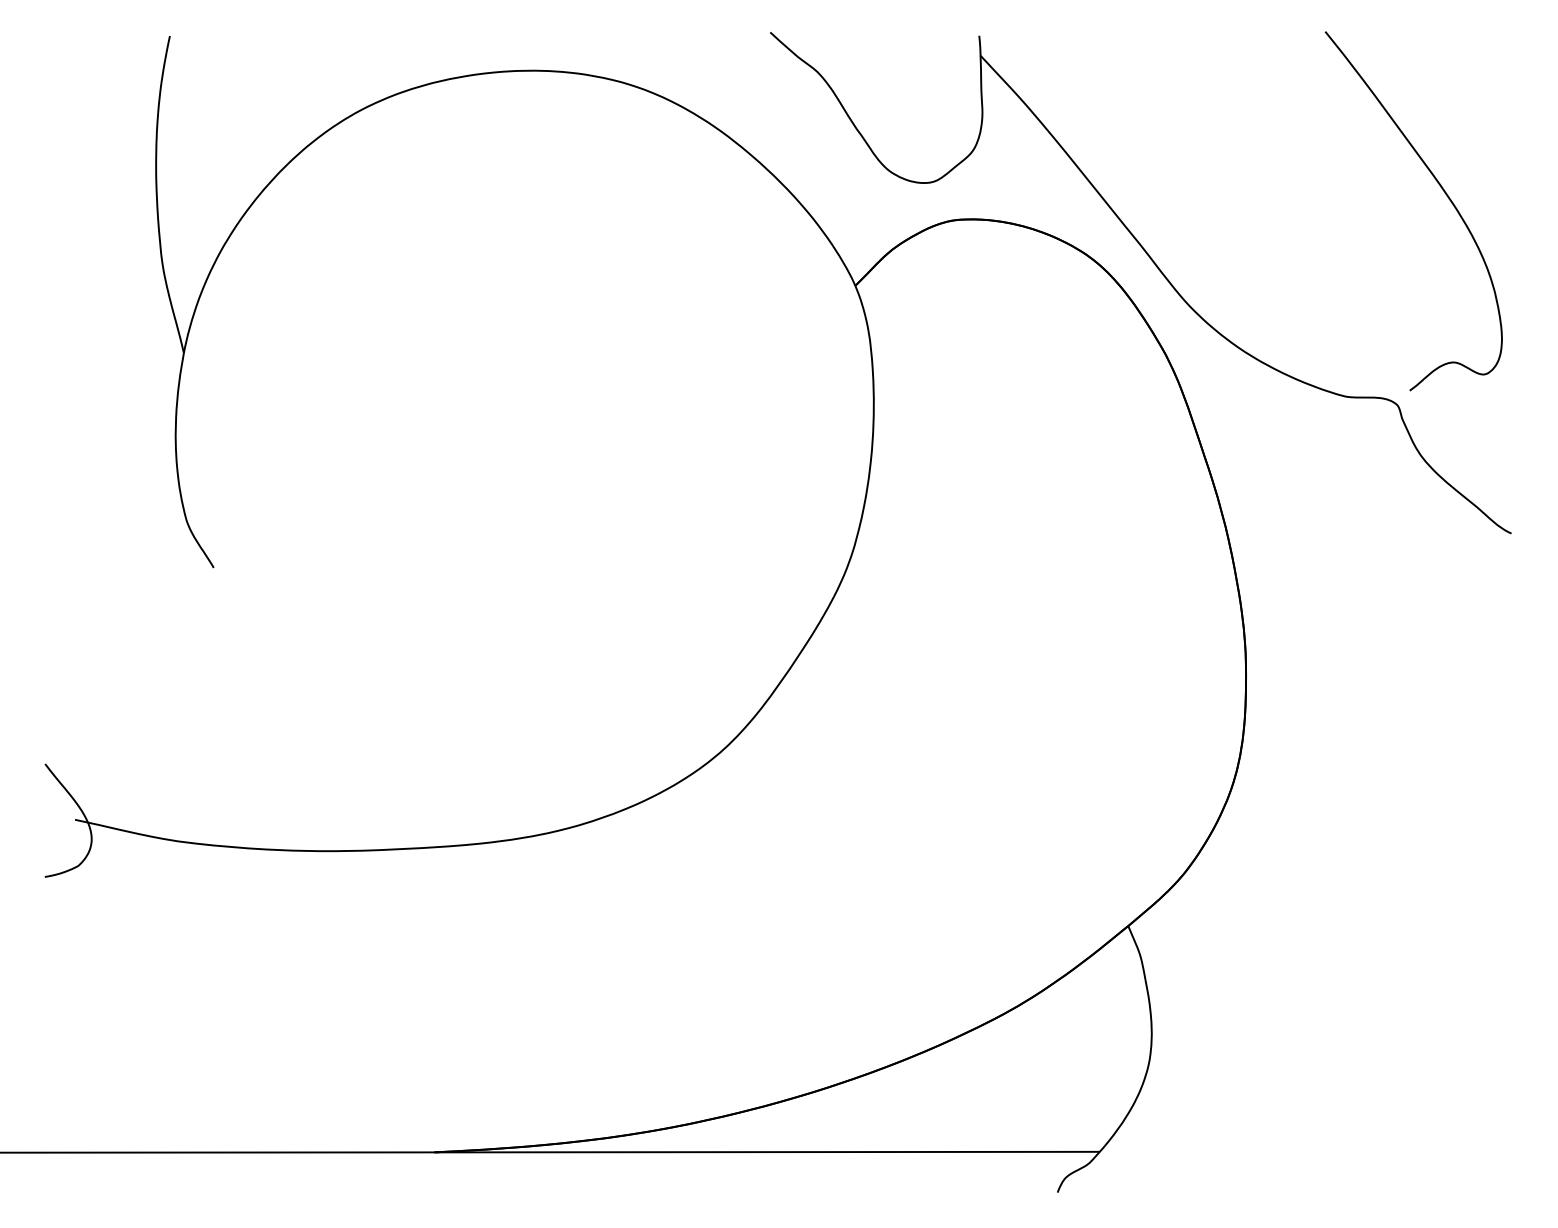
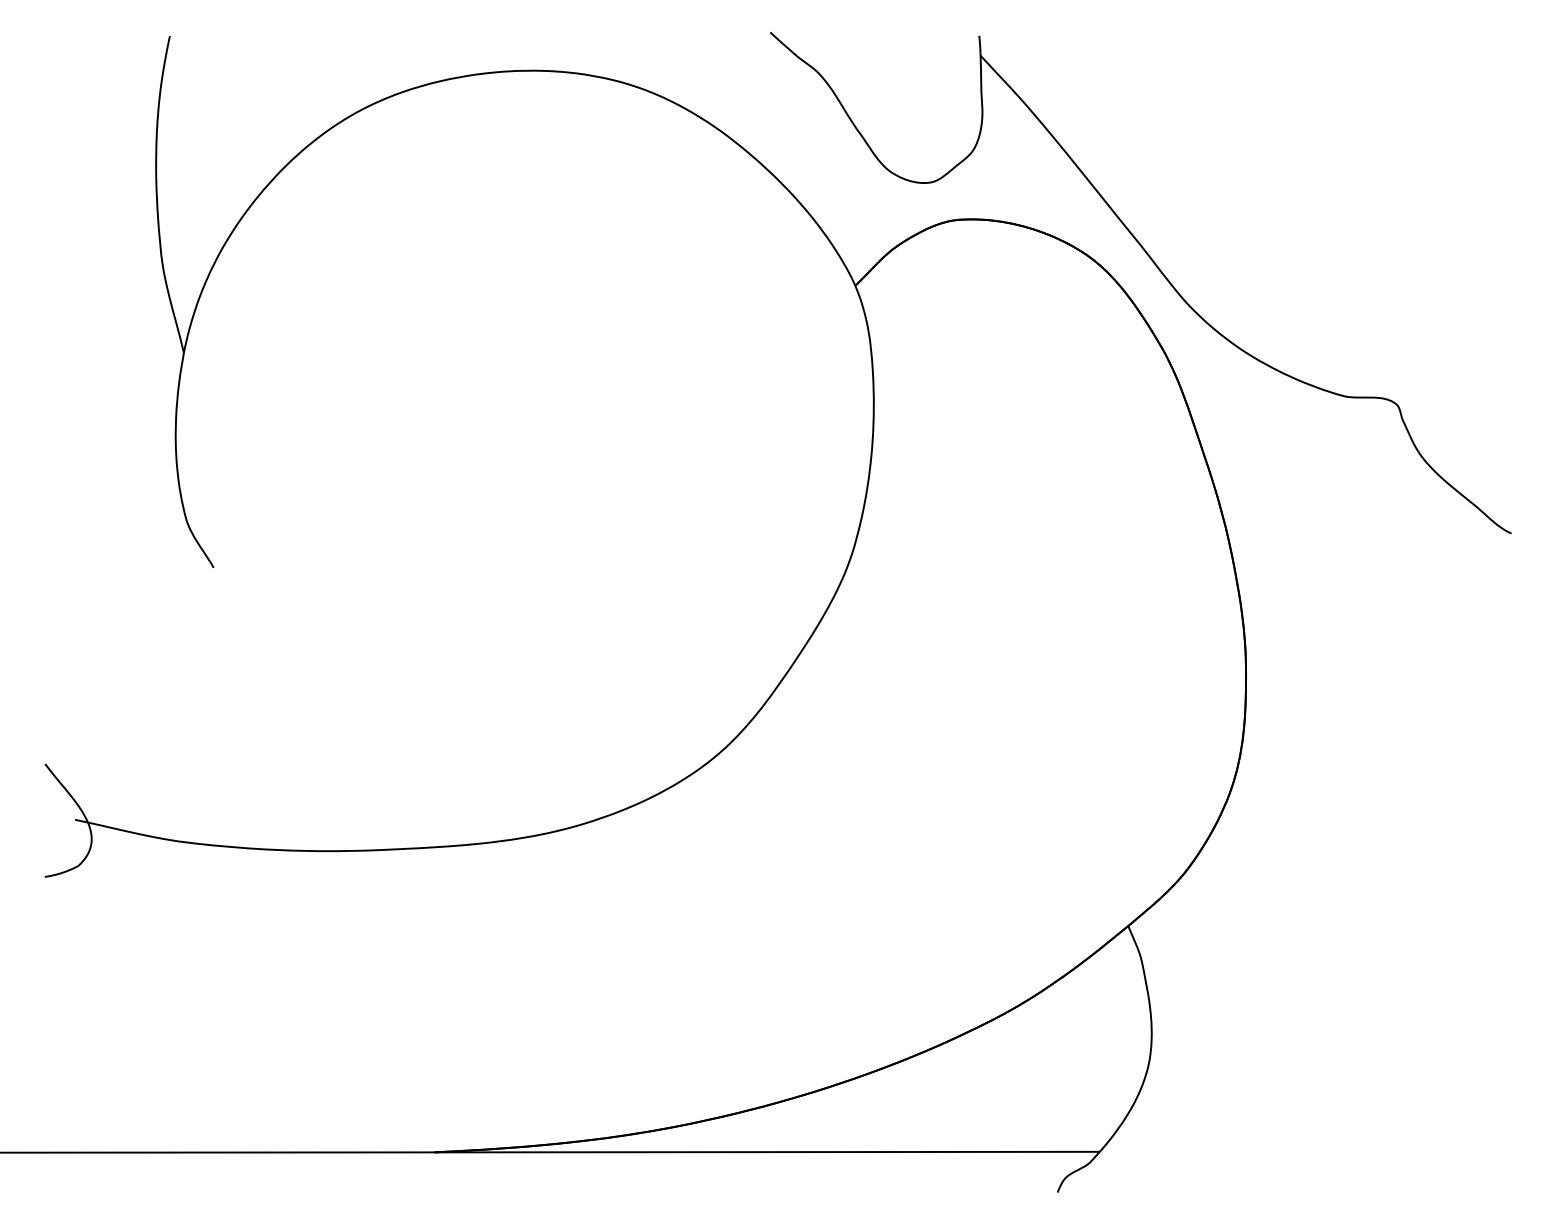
curve at (1442, 190): present -> none
